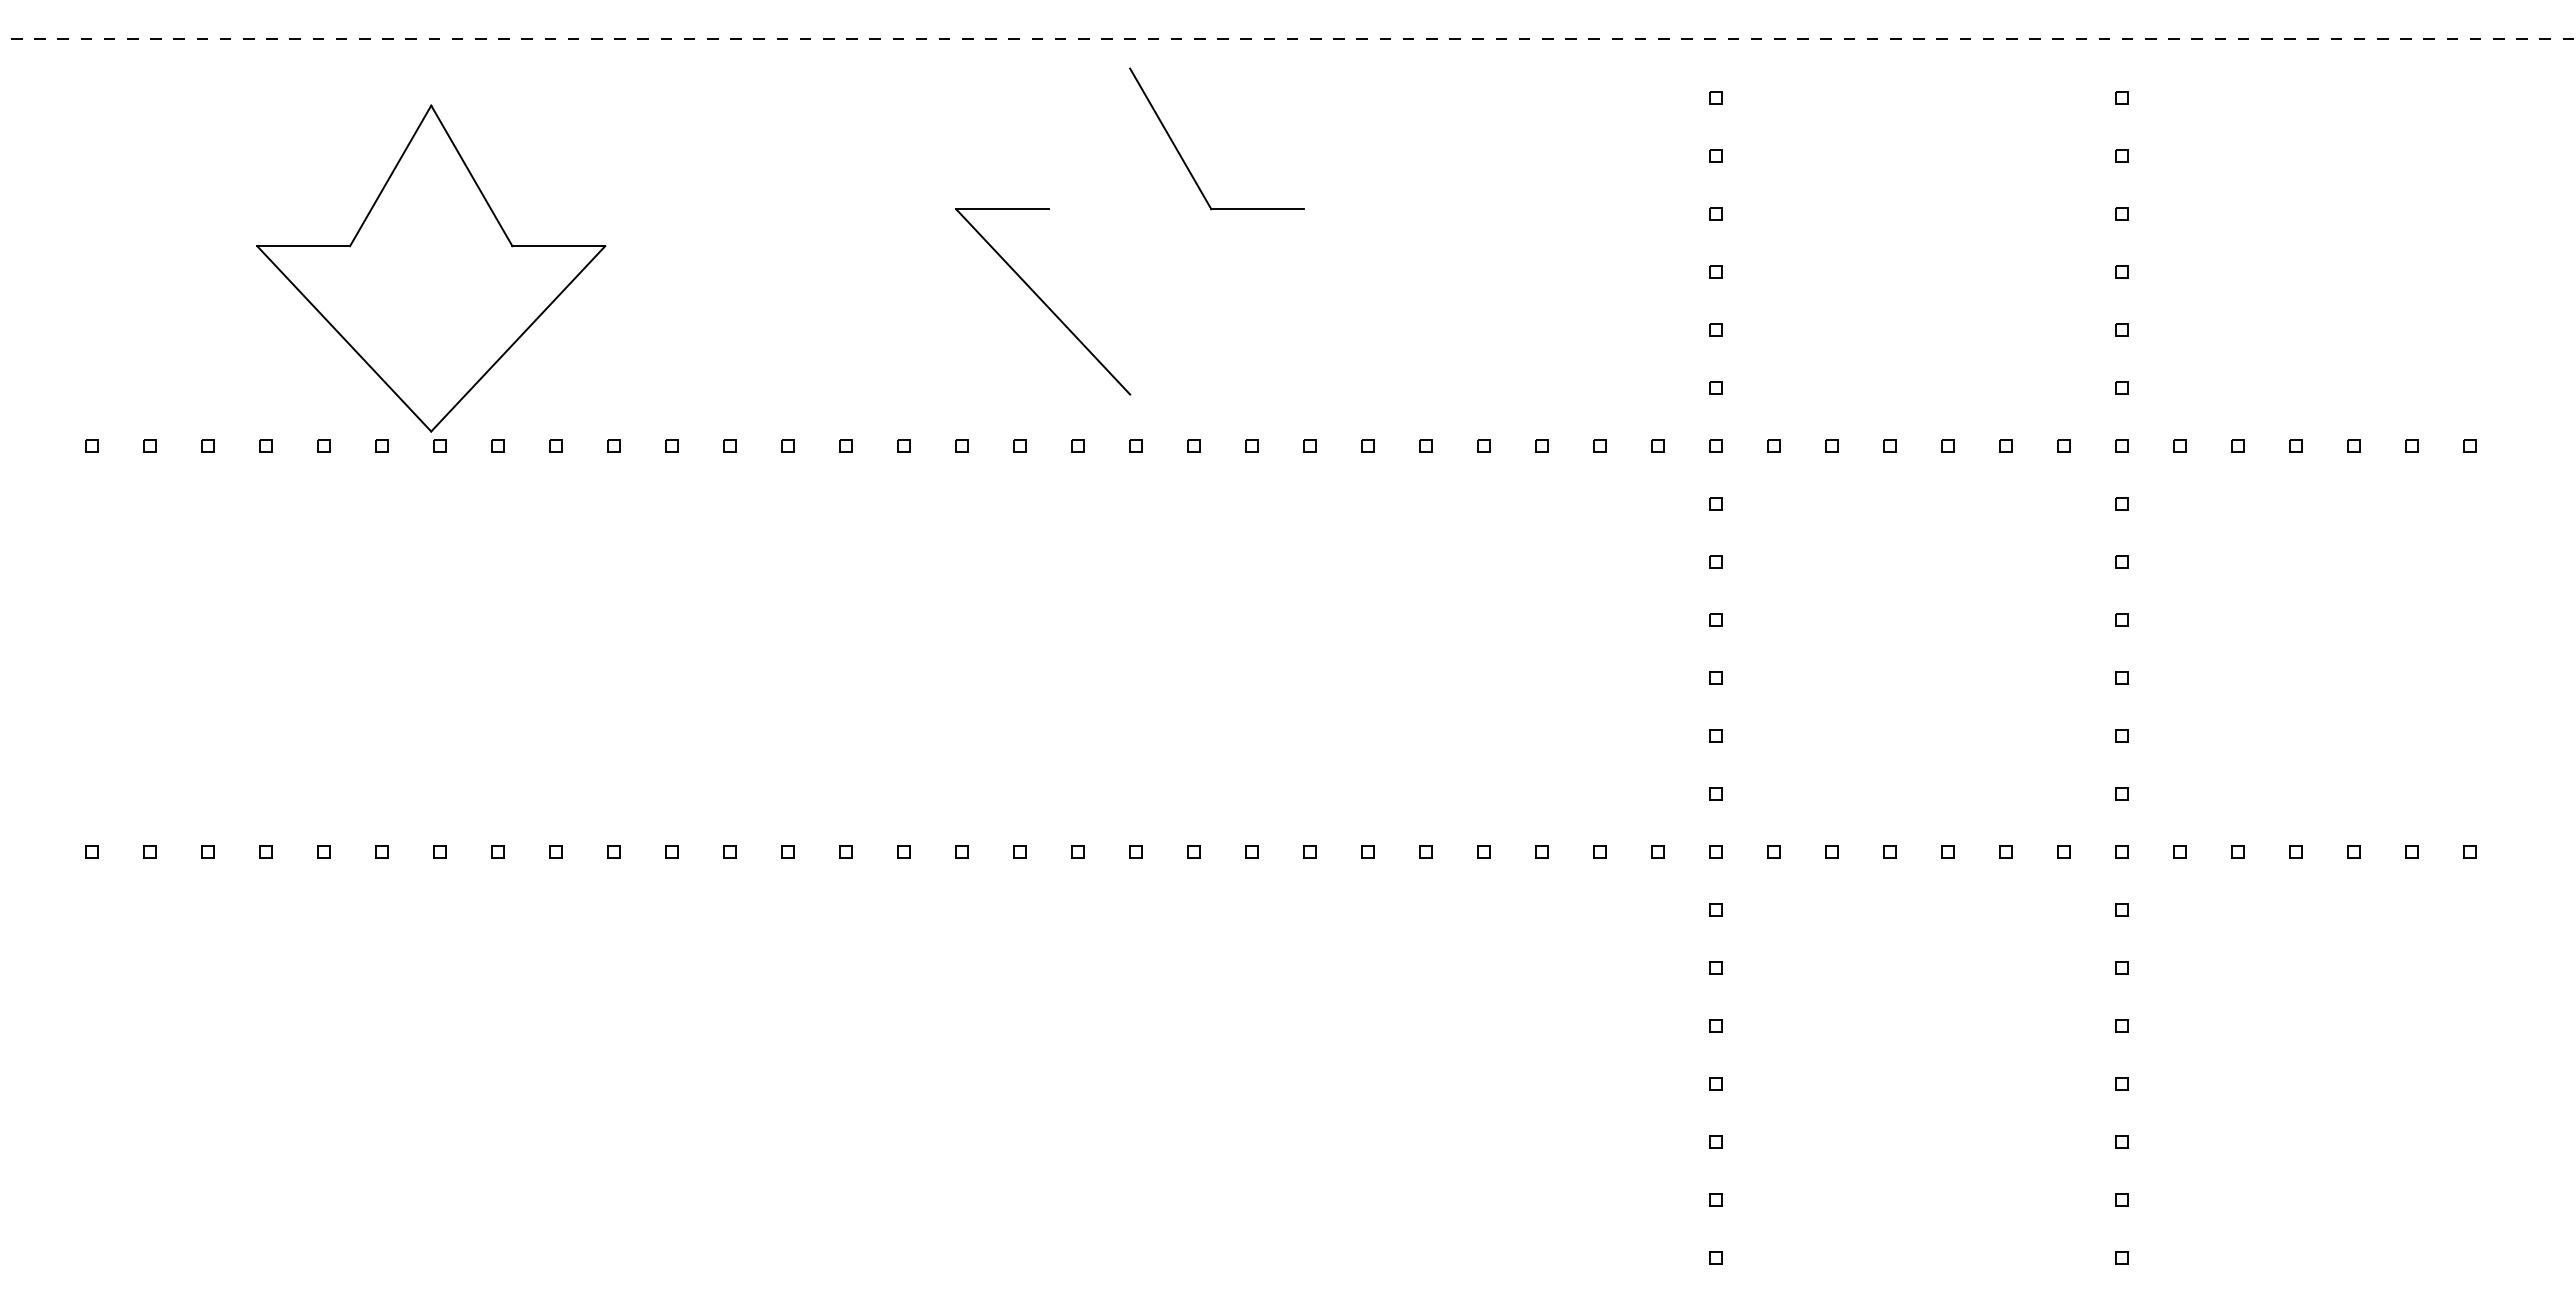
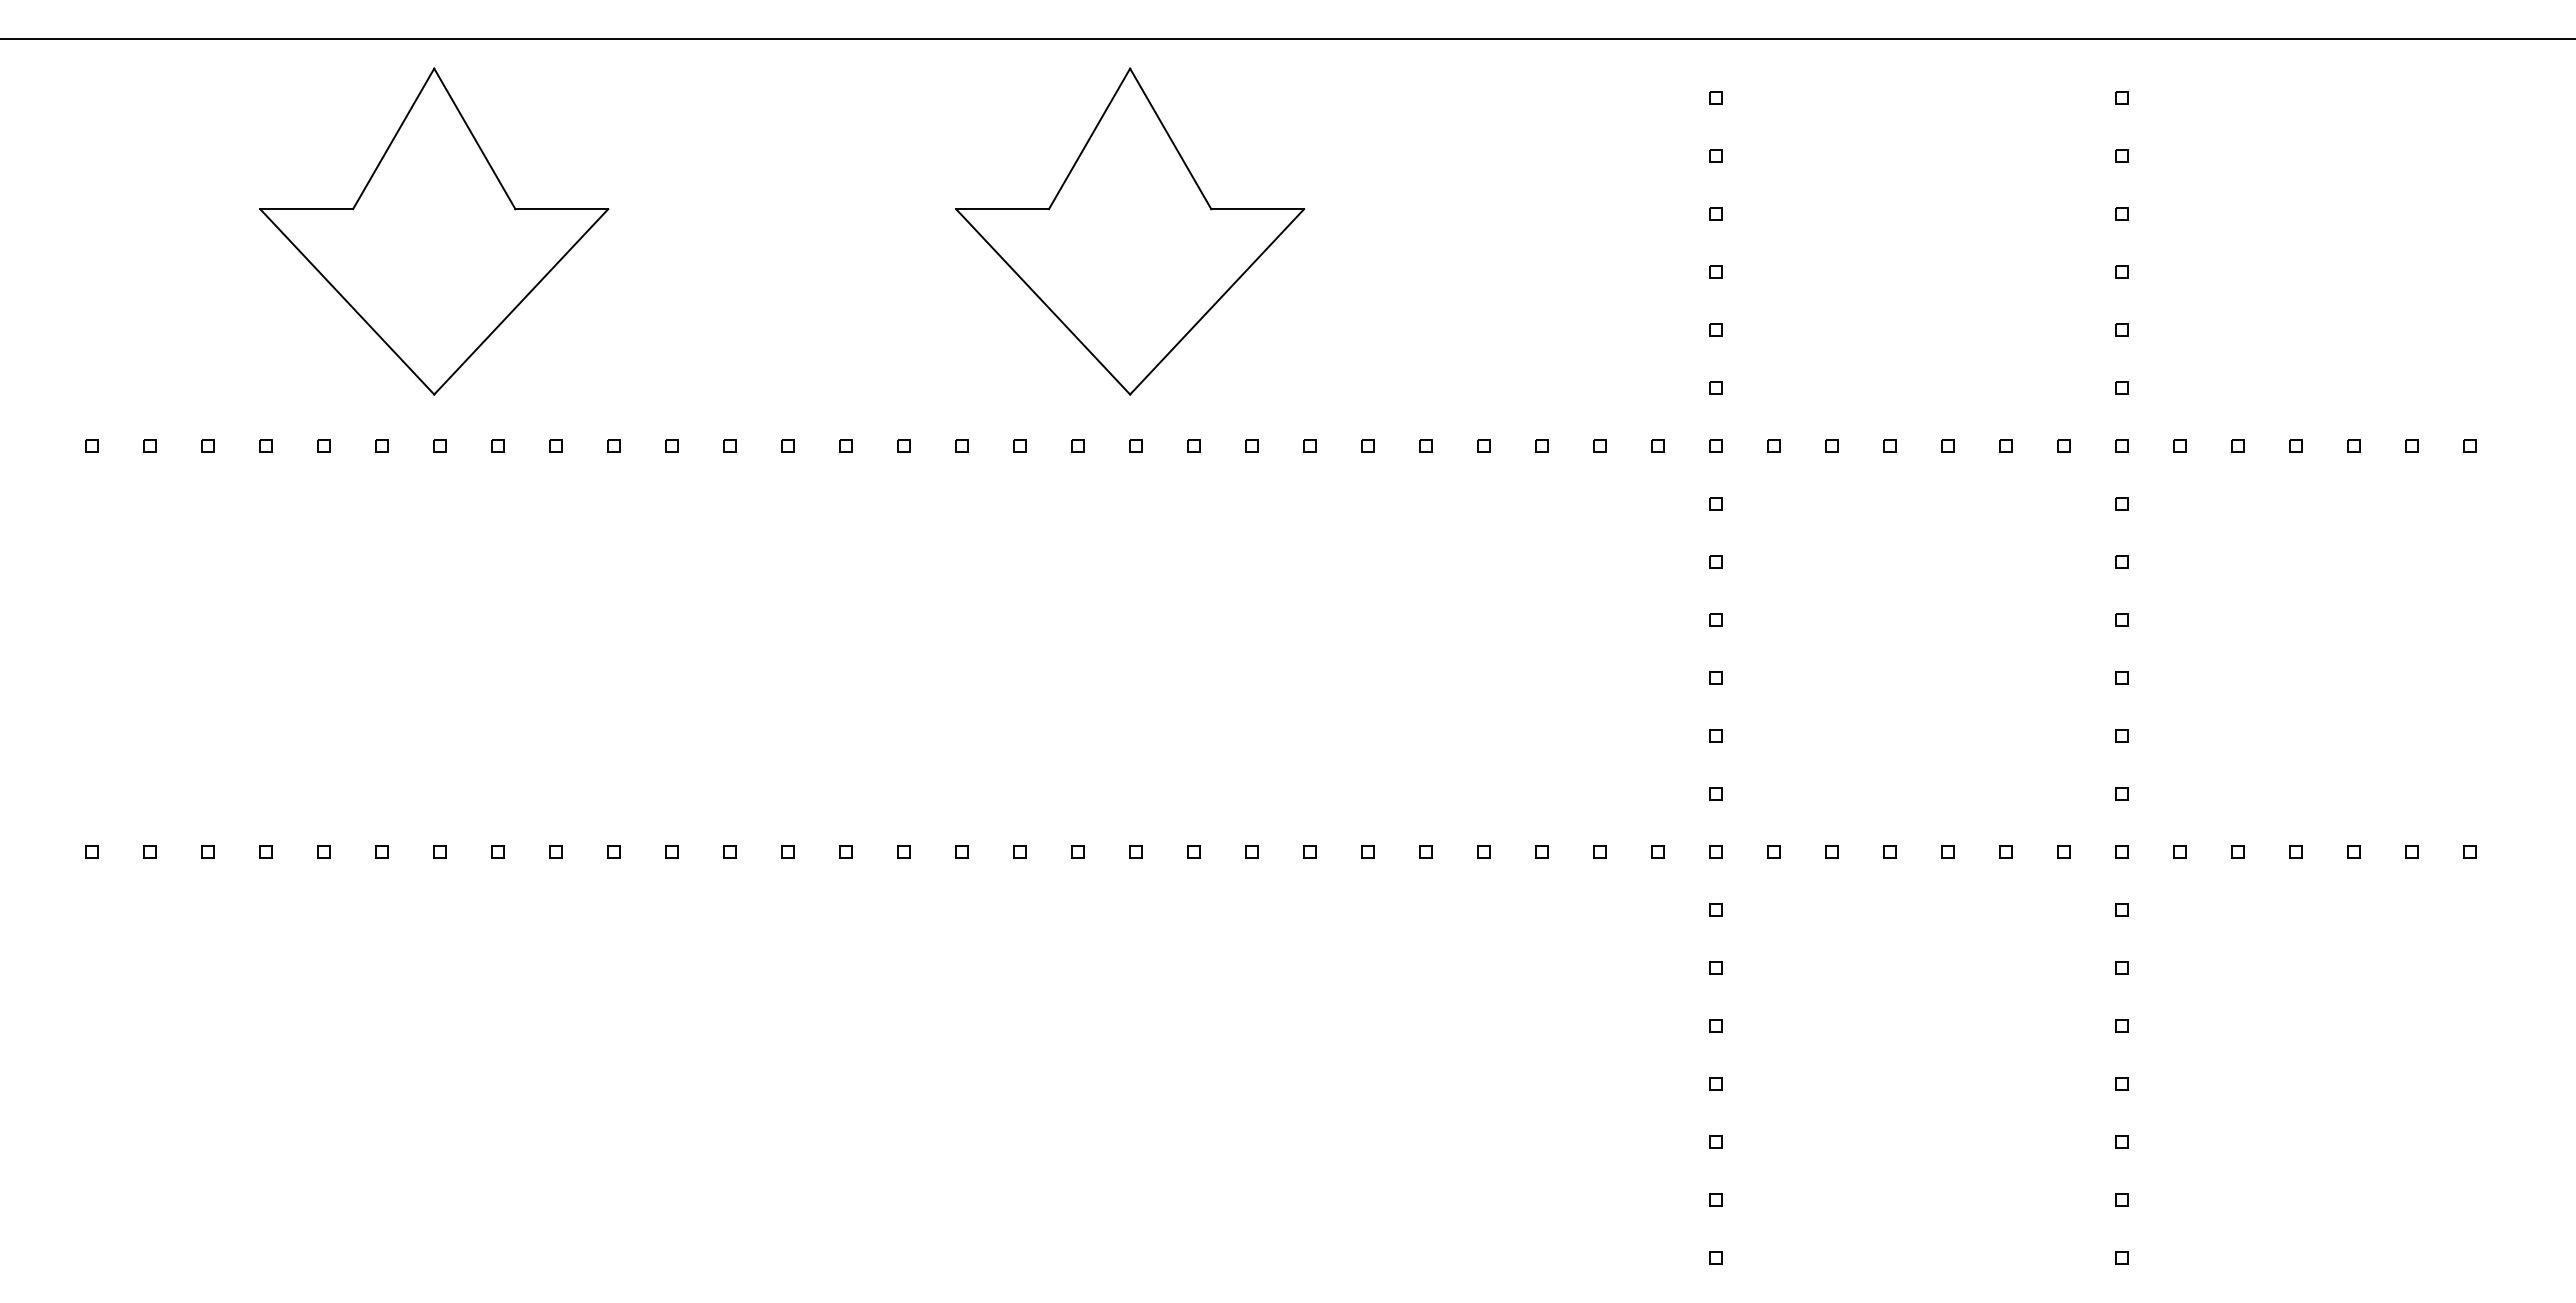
line at (1287, 39): dashed -> solid
line at (1089, 138): none -> present
part at (431, 268) position: (431, 268) -> (434, 231)
line at (1217, 301): none -> present
